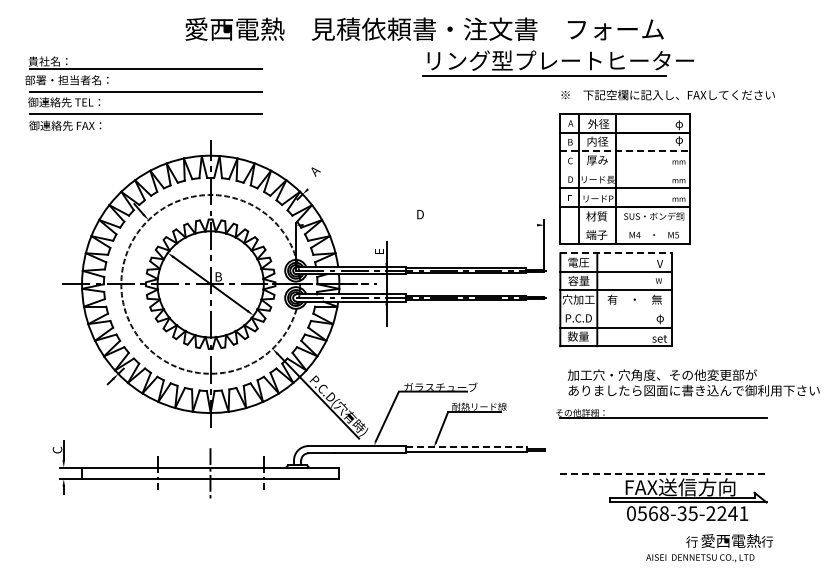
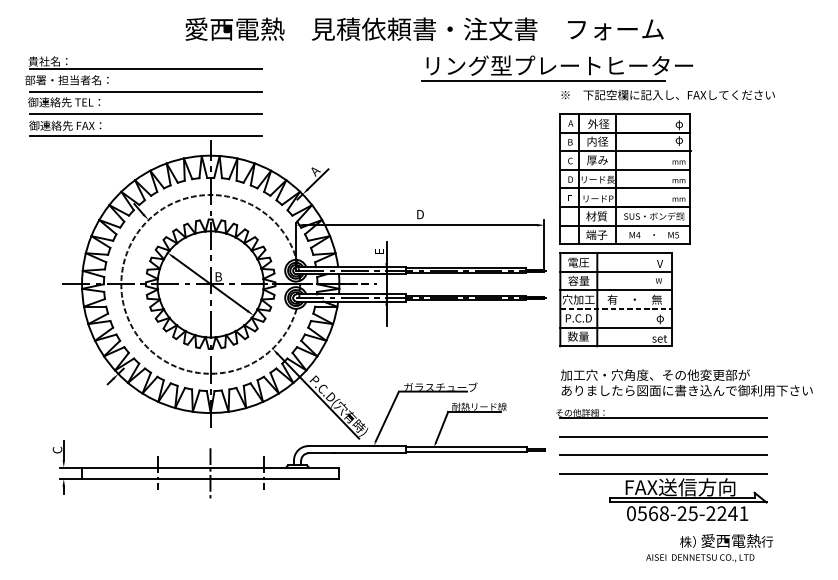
part at (557, 63) position: (557, 63) -> (556, 68)
line at (145, 136): none -> present
line at (625, 151): dashed -> solid
line at (625, 169): none -> present
line at (318, 179): none -> present
line at (420, 225): none -> present
line at (625, 225): none -> present
line at (615, 253): dashed -> solid
line at (615, 309): none -> present
text at (693, 382) position: (693, 382) -> (686, 382)
line at (662, 436): none -> present
line at (467, 447): dashed -> solid
line at (663, 454): none -> present
line at (663, 474): dashed -> solid
text at (681, 514): 0568-35-2241 -> 0568-25-2241
text at (688, 541): 行 -> 株）
